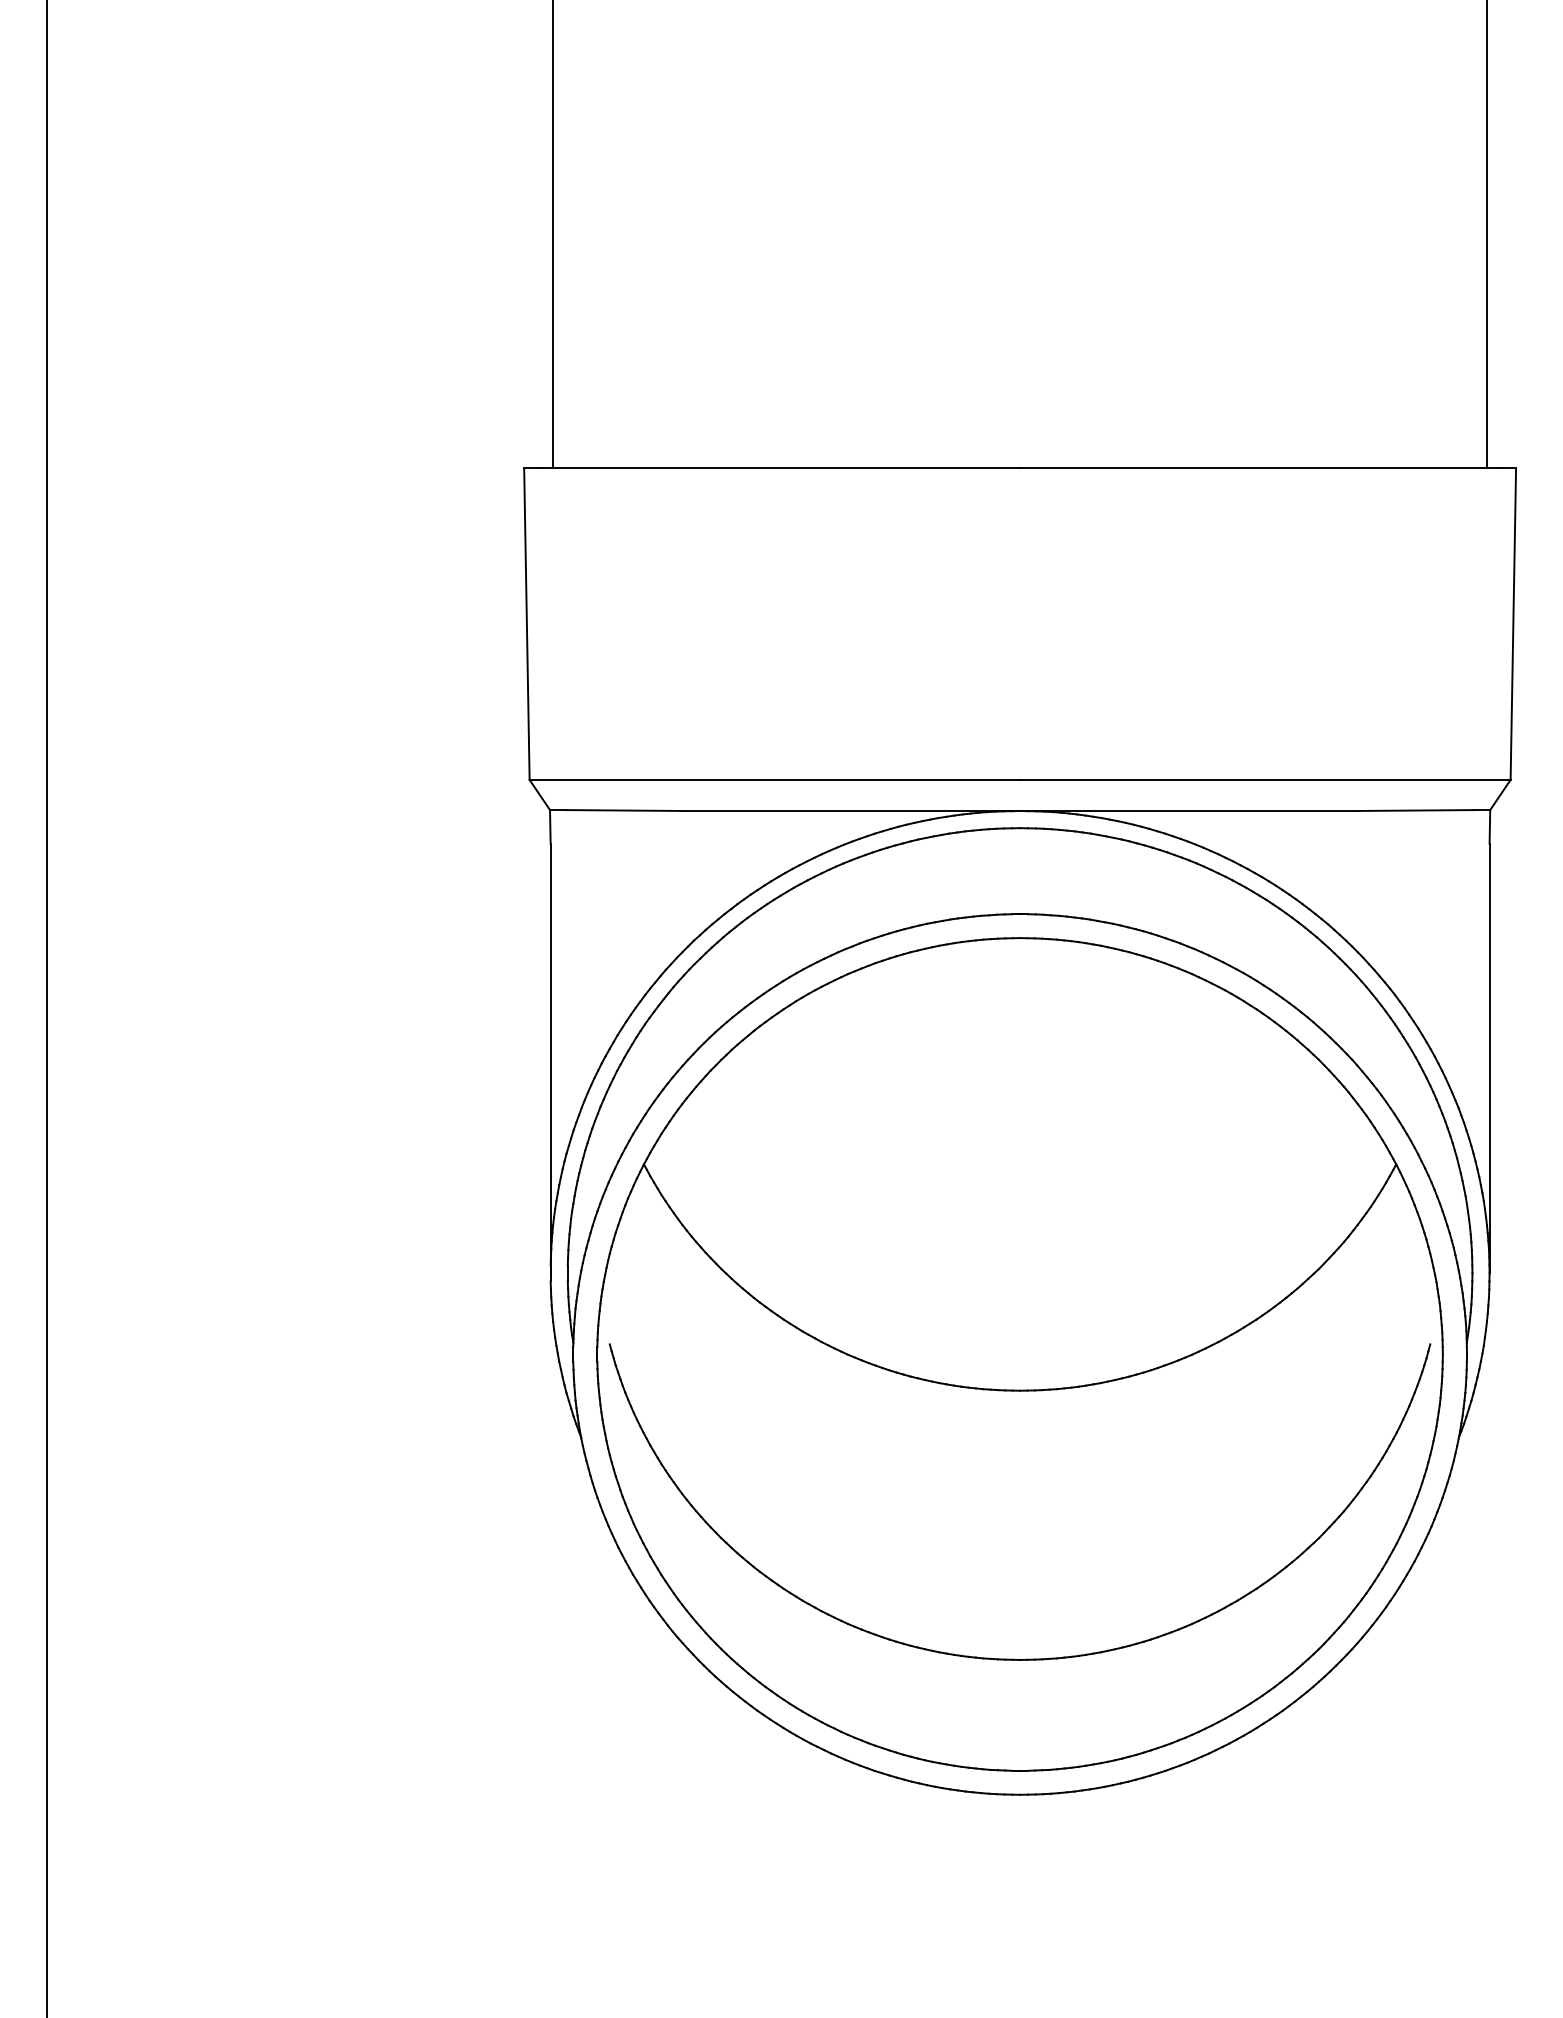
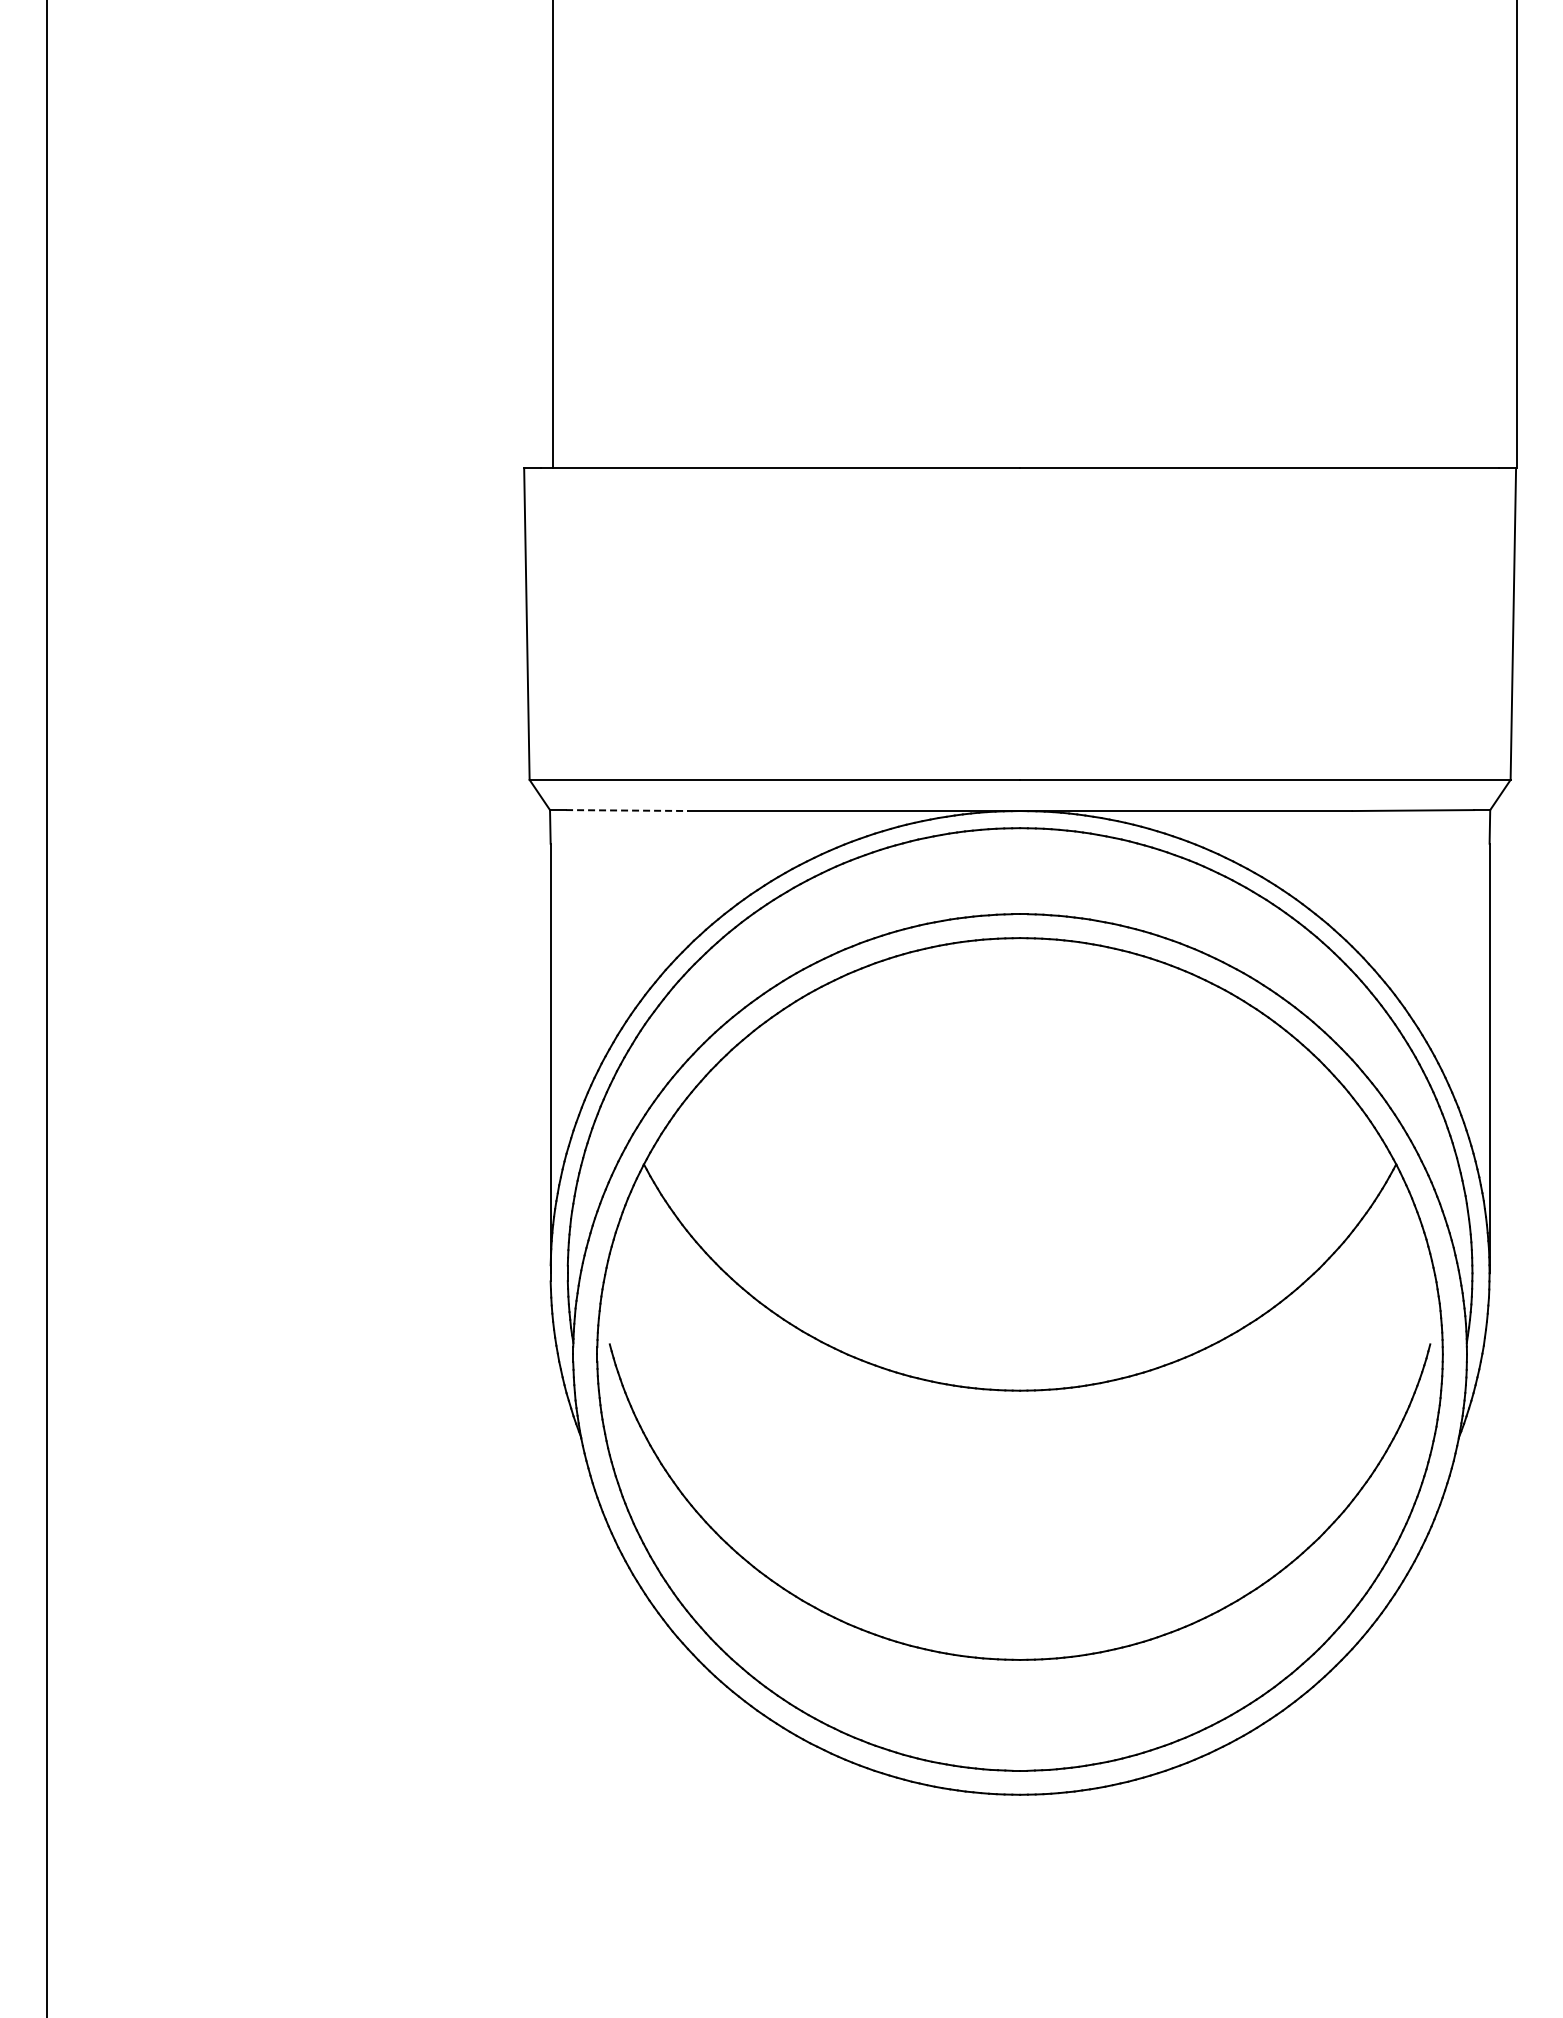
line at (1487, 235) position: (1487, 235) -> (1517, 235)
line at (626, 810): solid -> dashed
